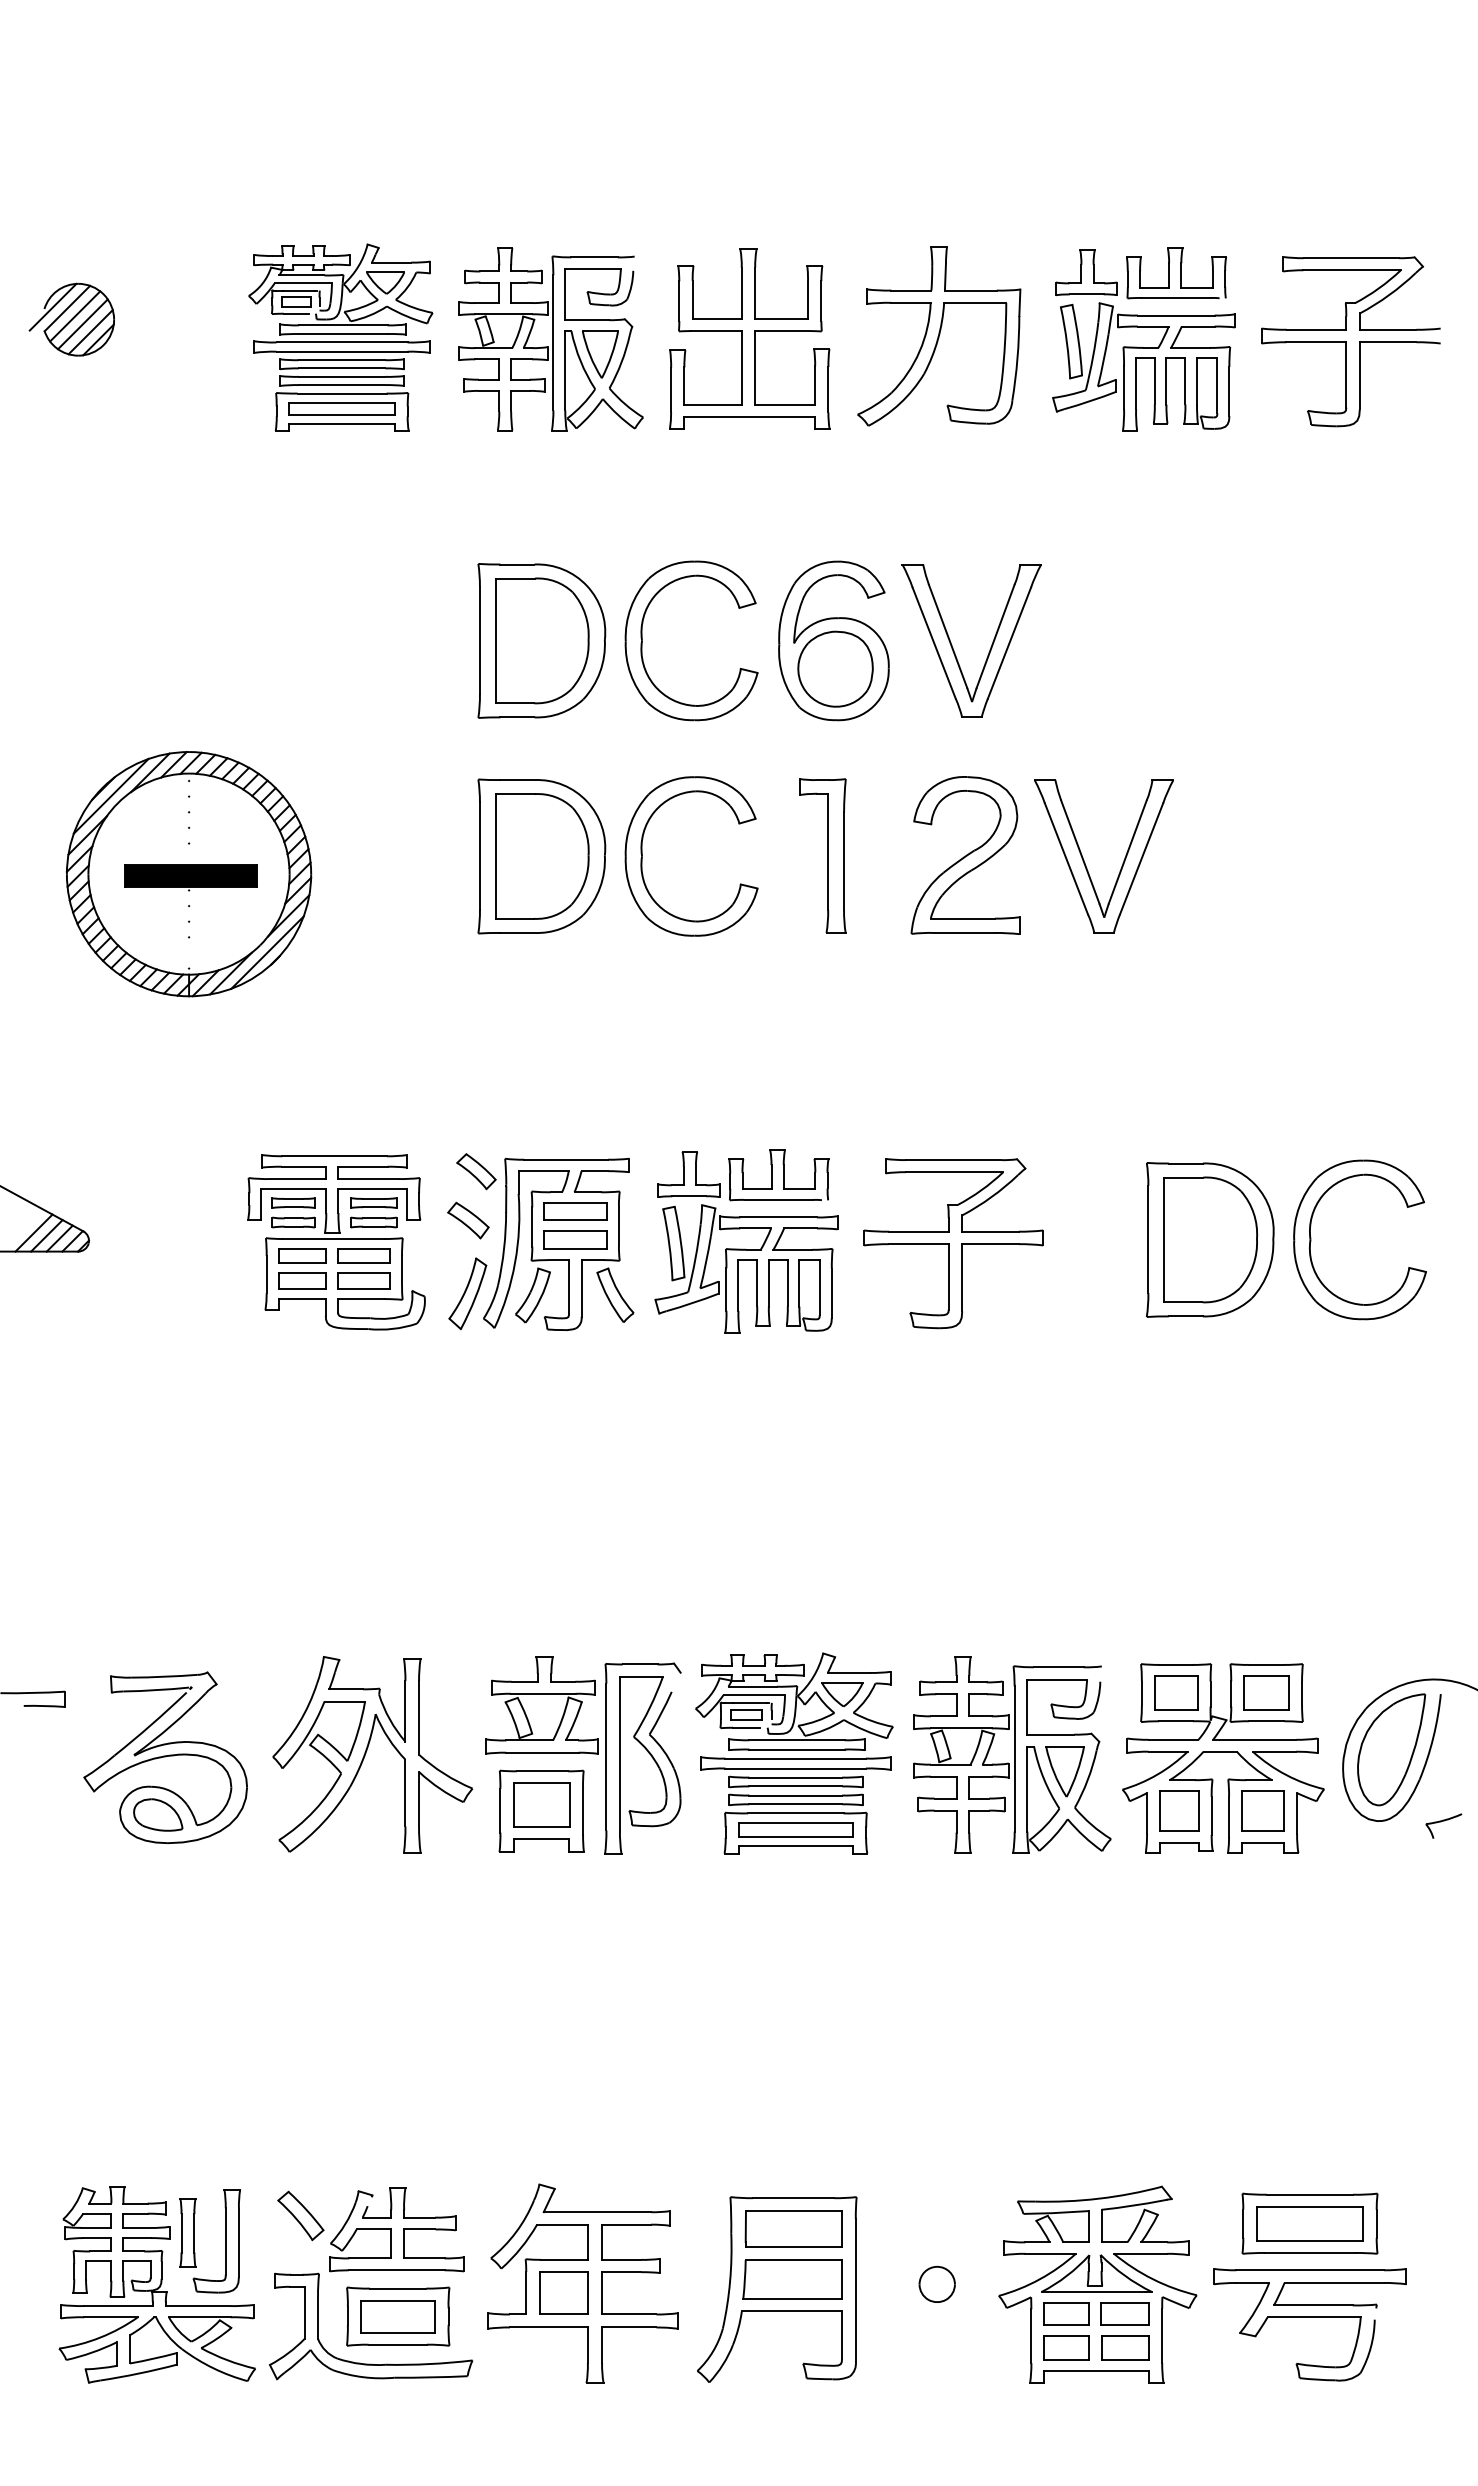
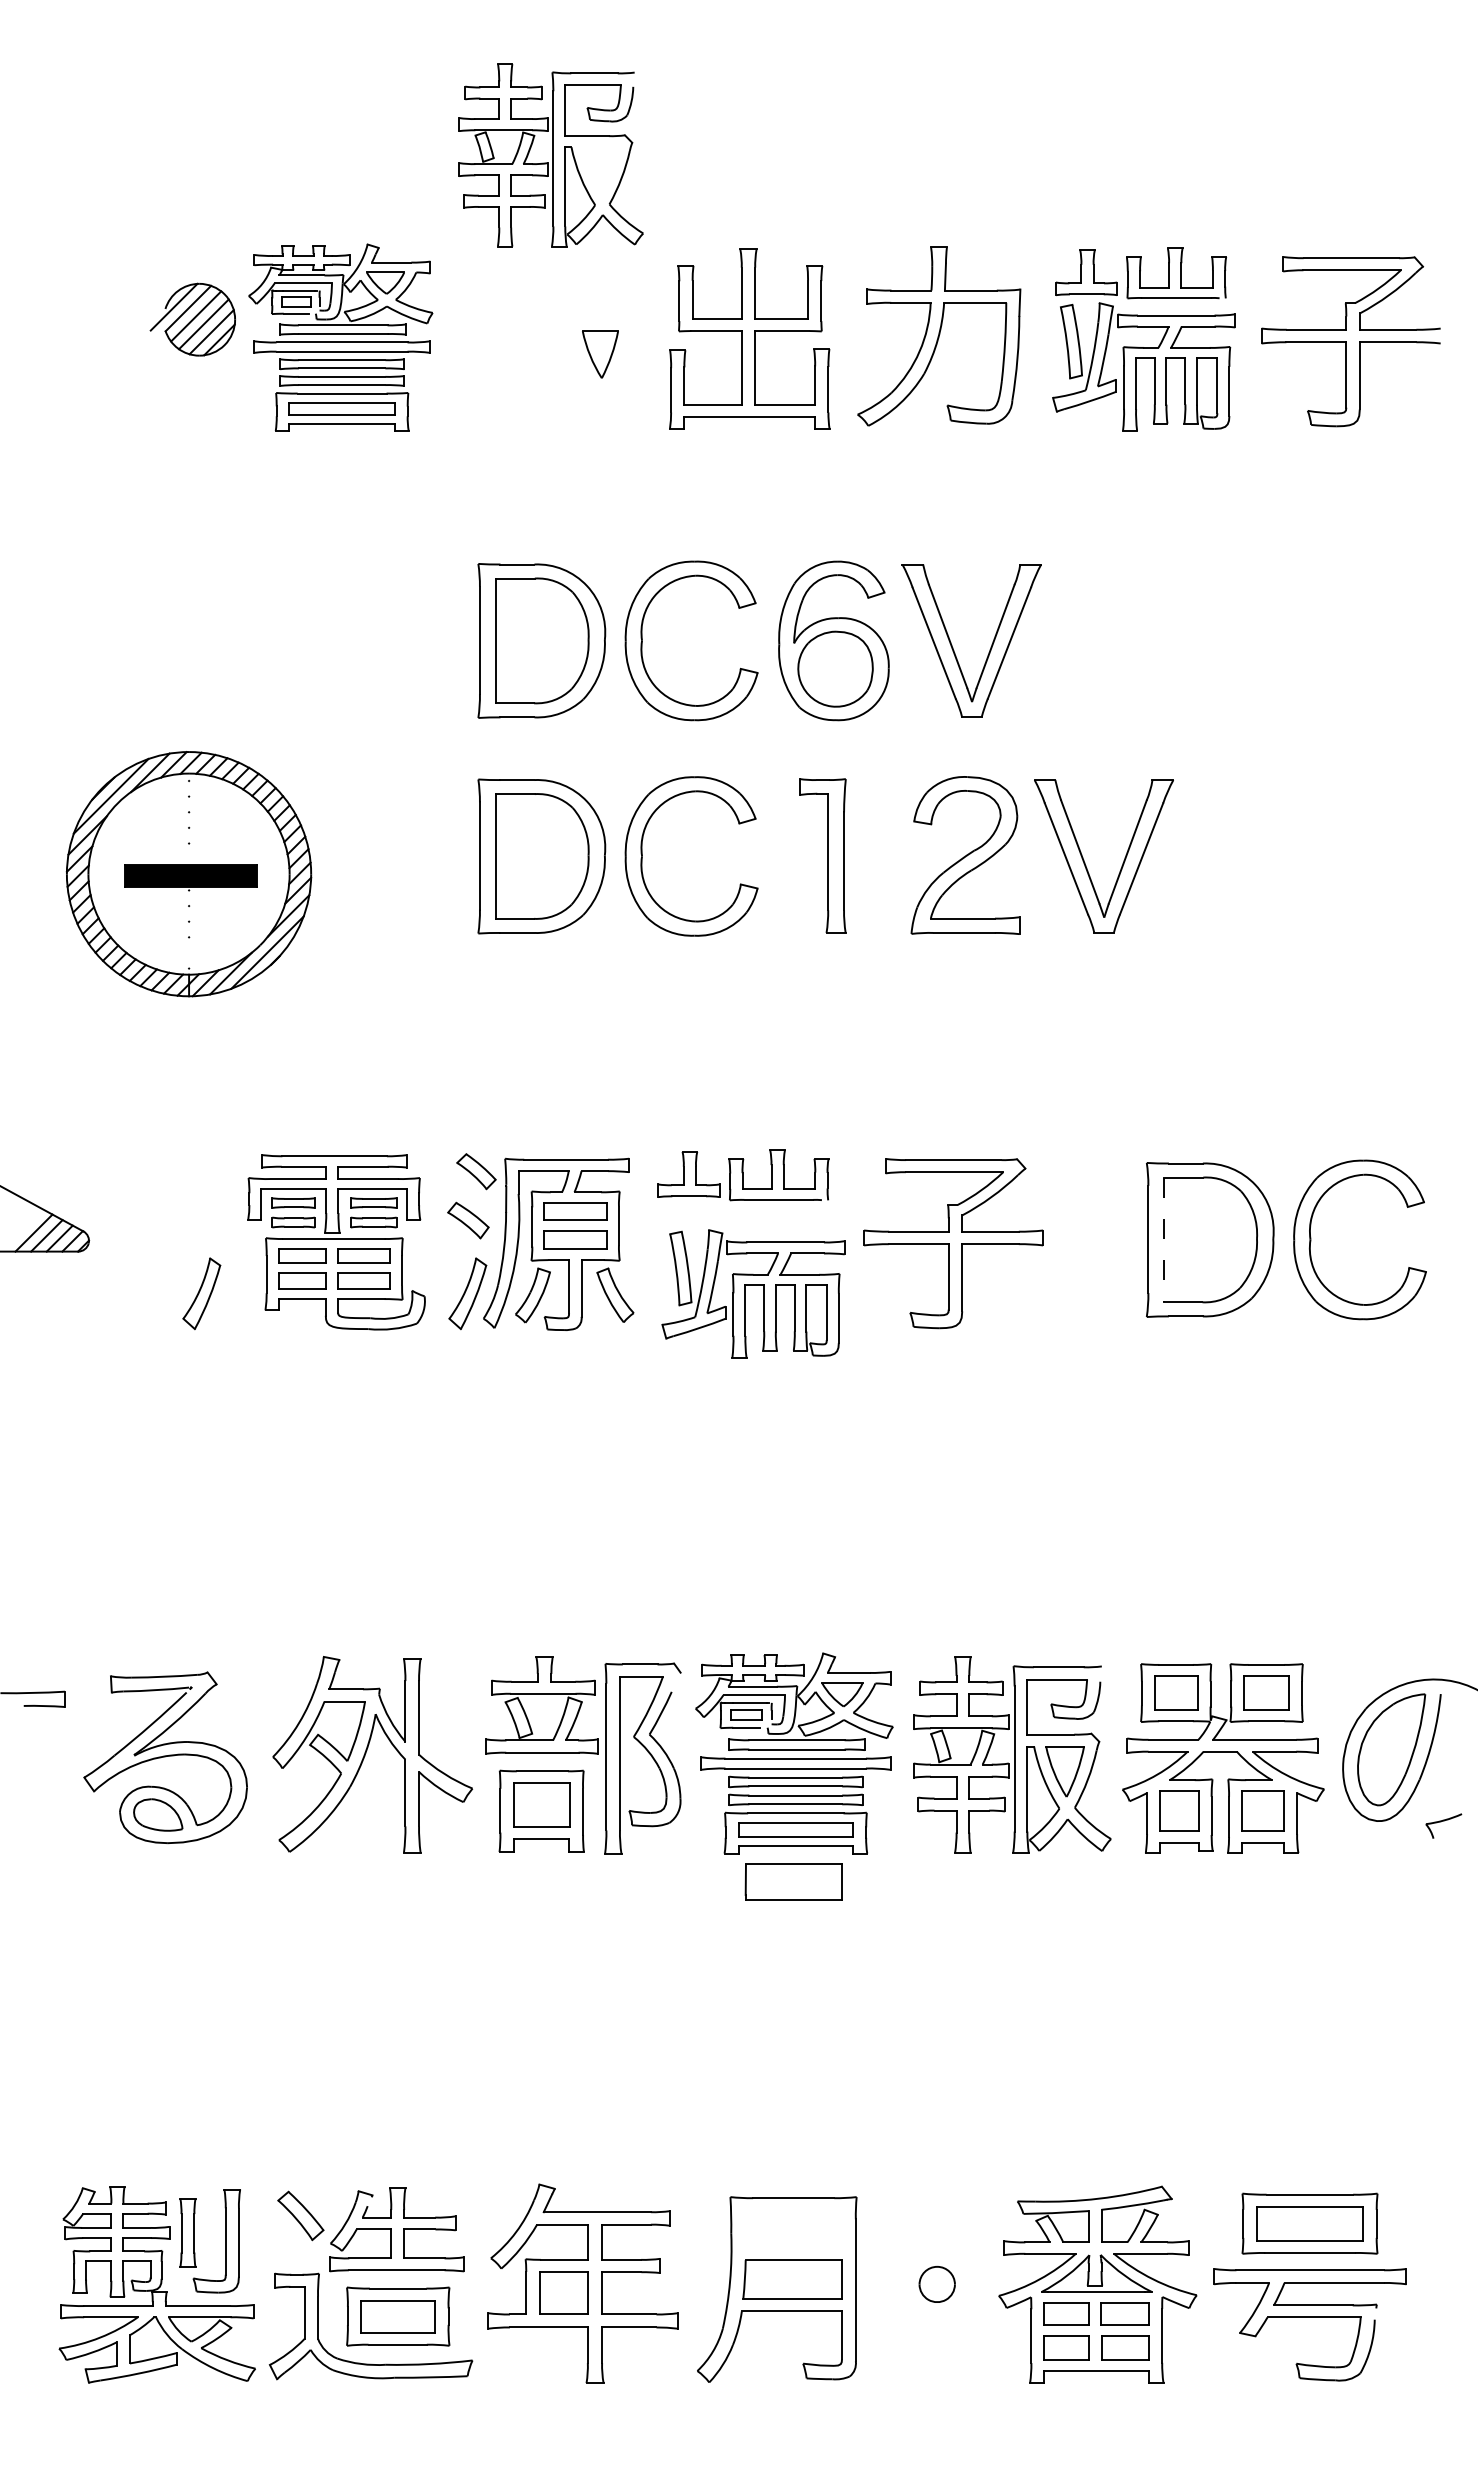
part at (71, 319) position: (71, 319) -> (192, 319)
part at (550, 339) position: (550, 339) -> (550, 155)
line at (1164, 1240): solid -> dashed
part at (746, 1260) position: (746, 1260) -> (753, 1285)
part at (201, 1293): none -> present
part at (793, 2228) position: (793, 2228) -> (793, 1881)
